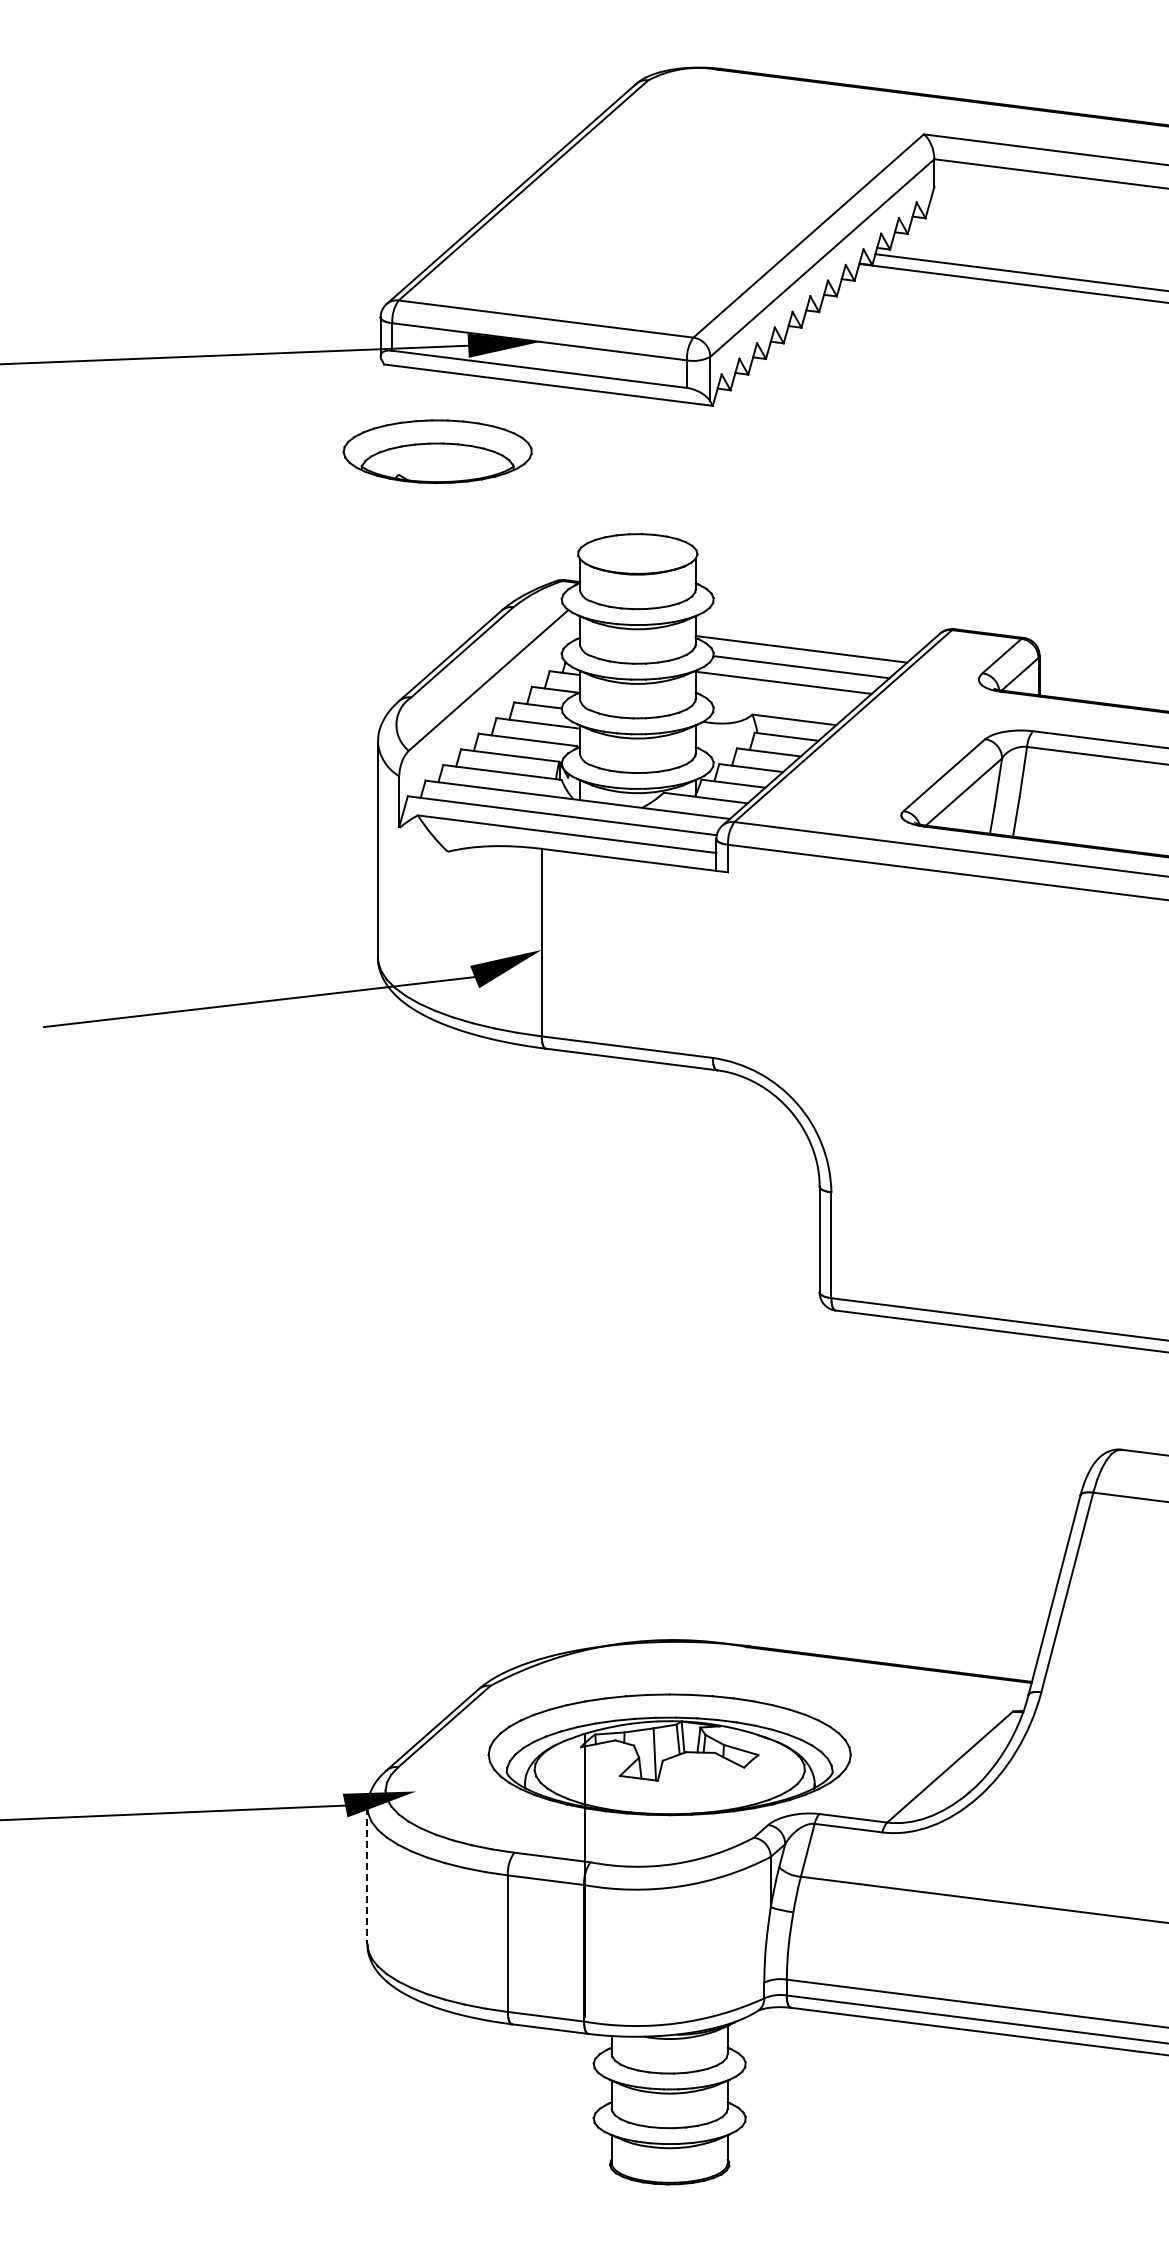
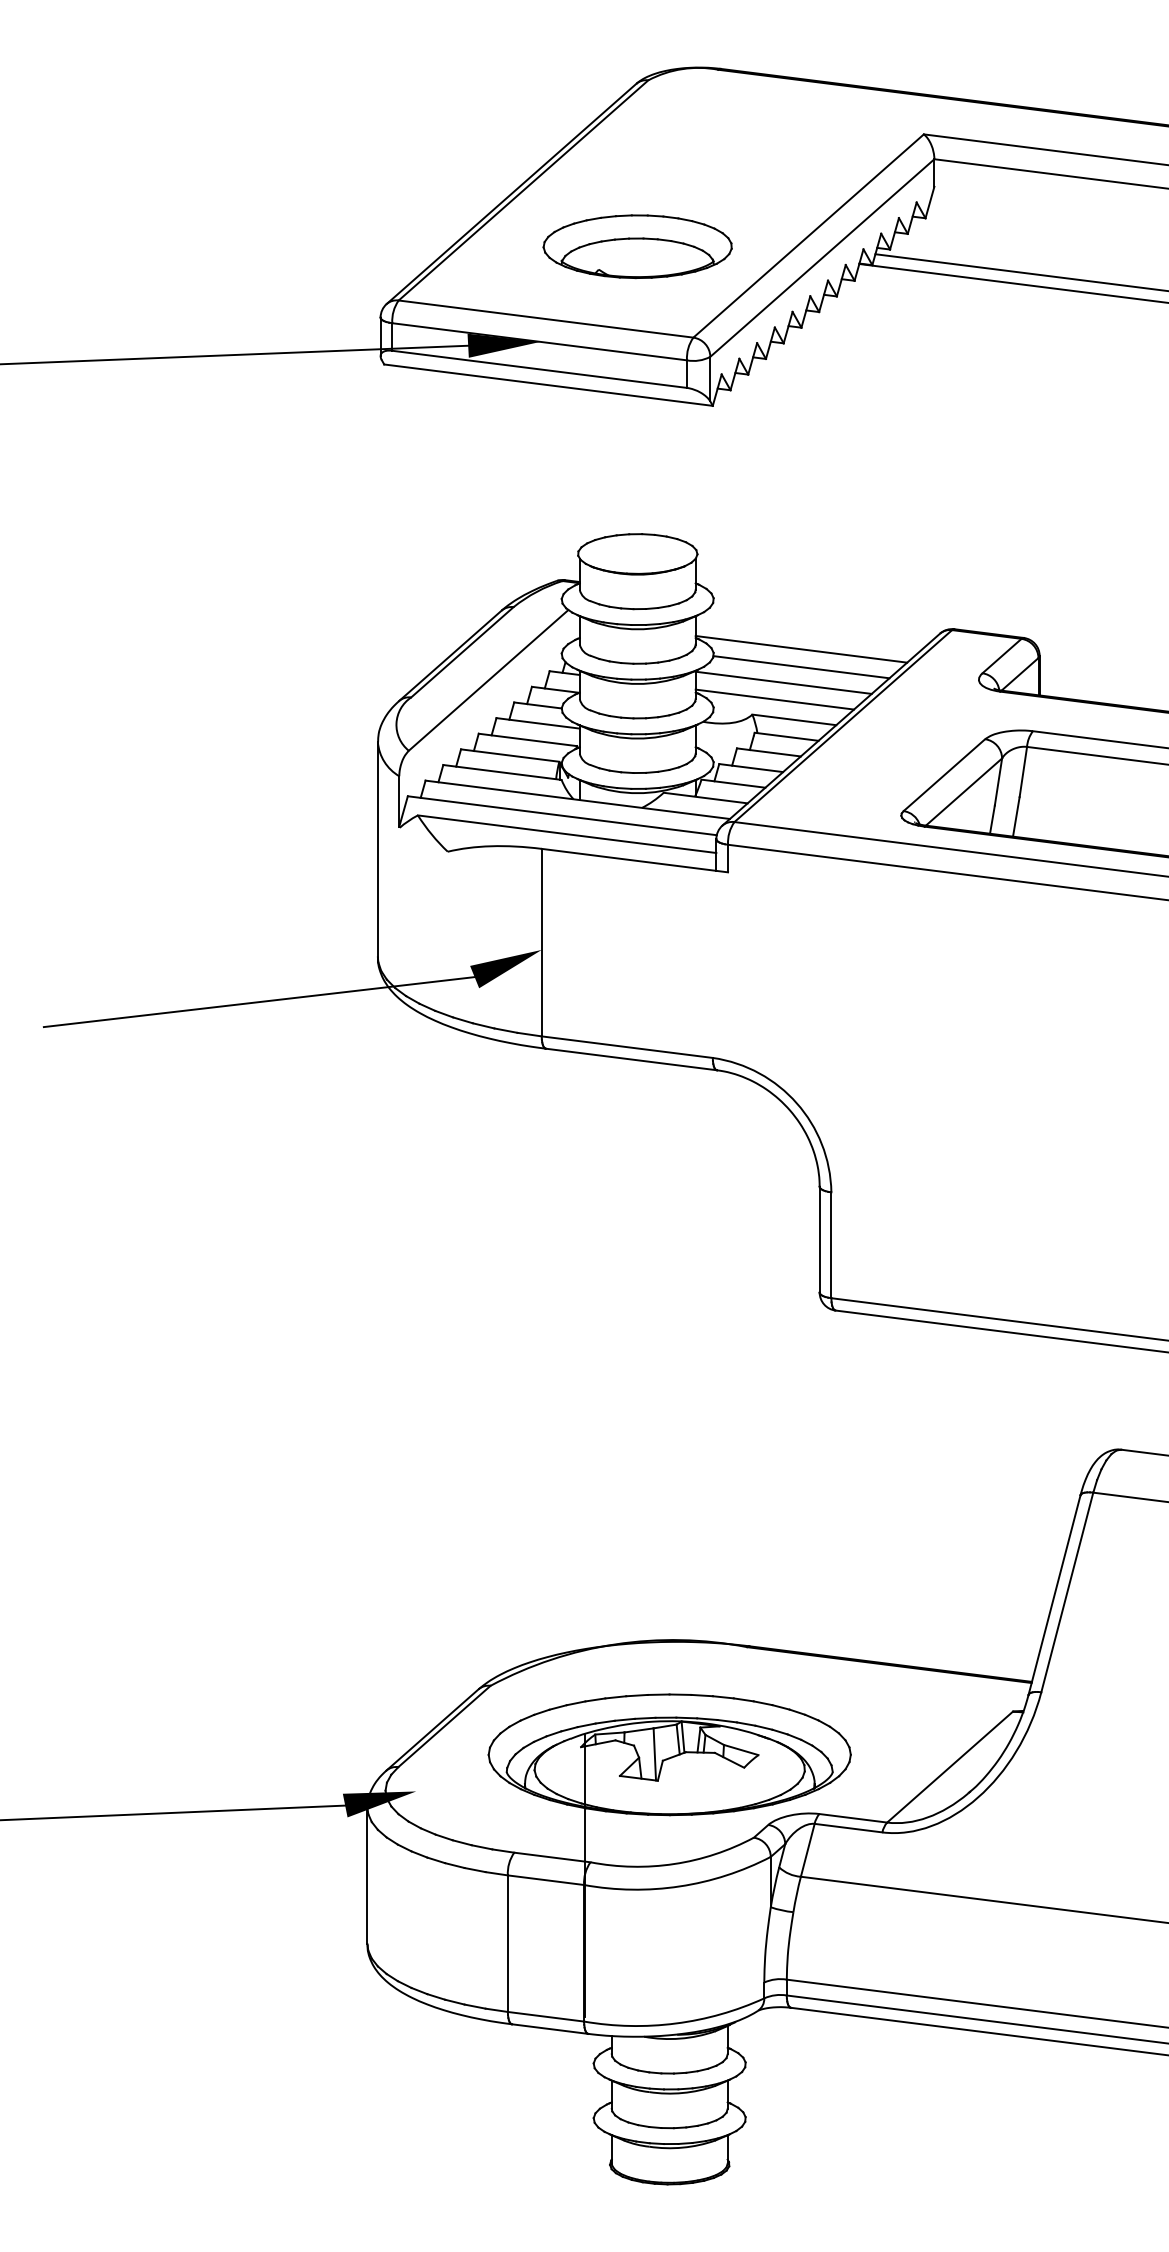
part at (437, 451) position: (437, 451) -> (637, 246)
line at (774, 699): none -> present
line at (367, 1876): dashed -> solid
